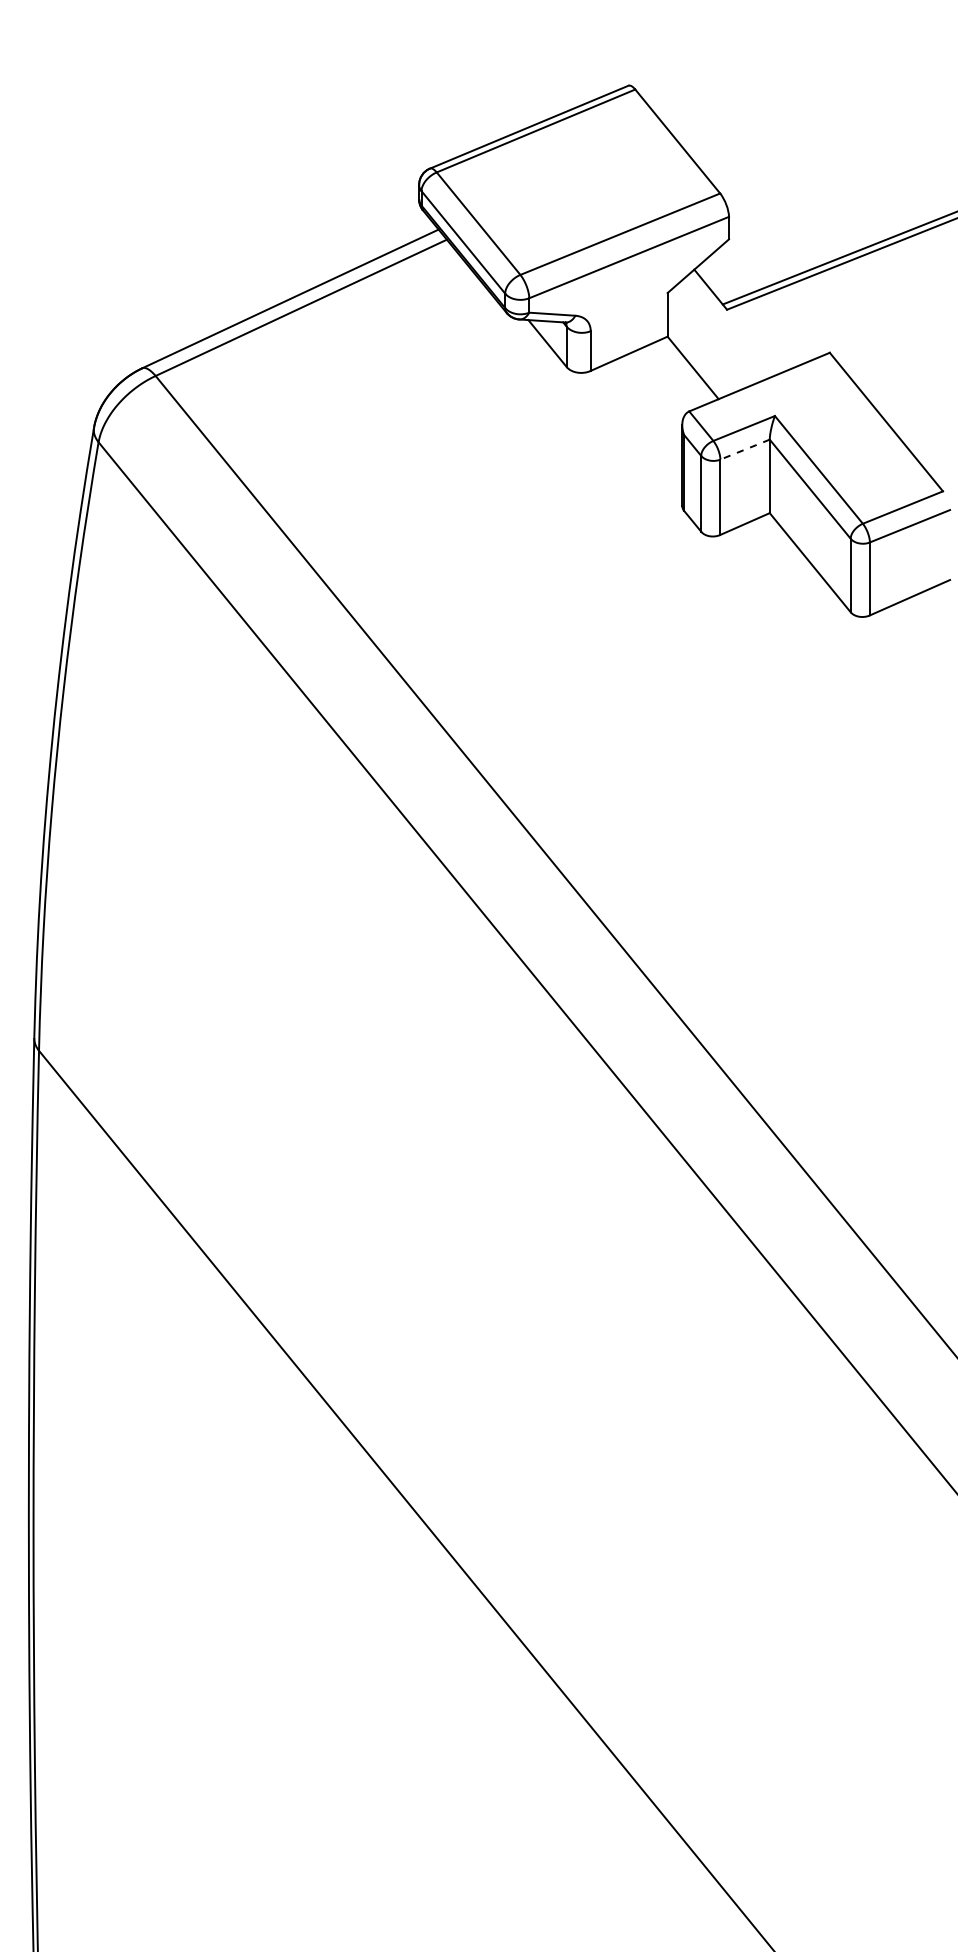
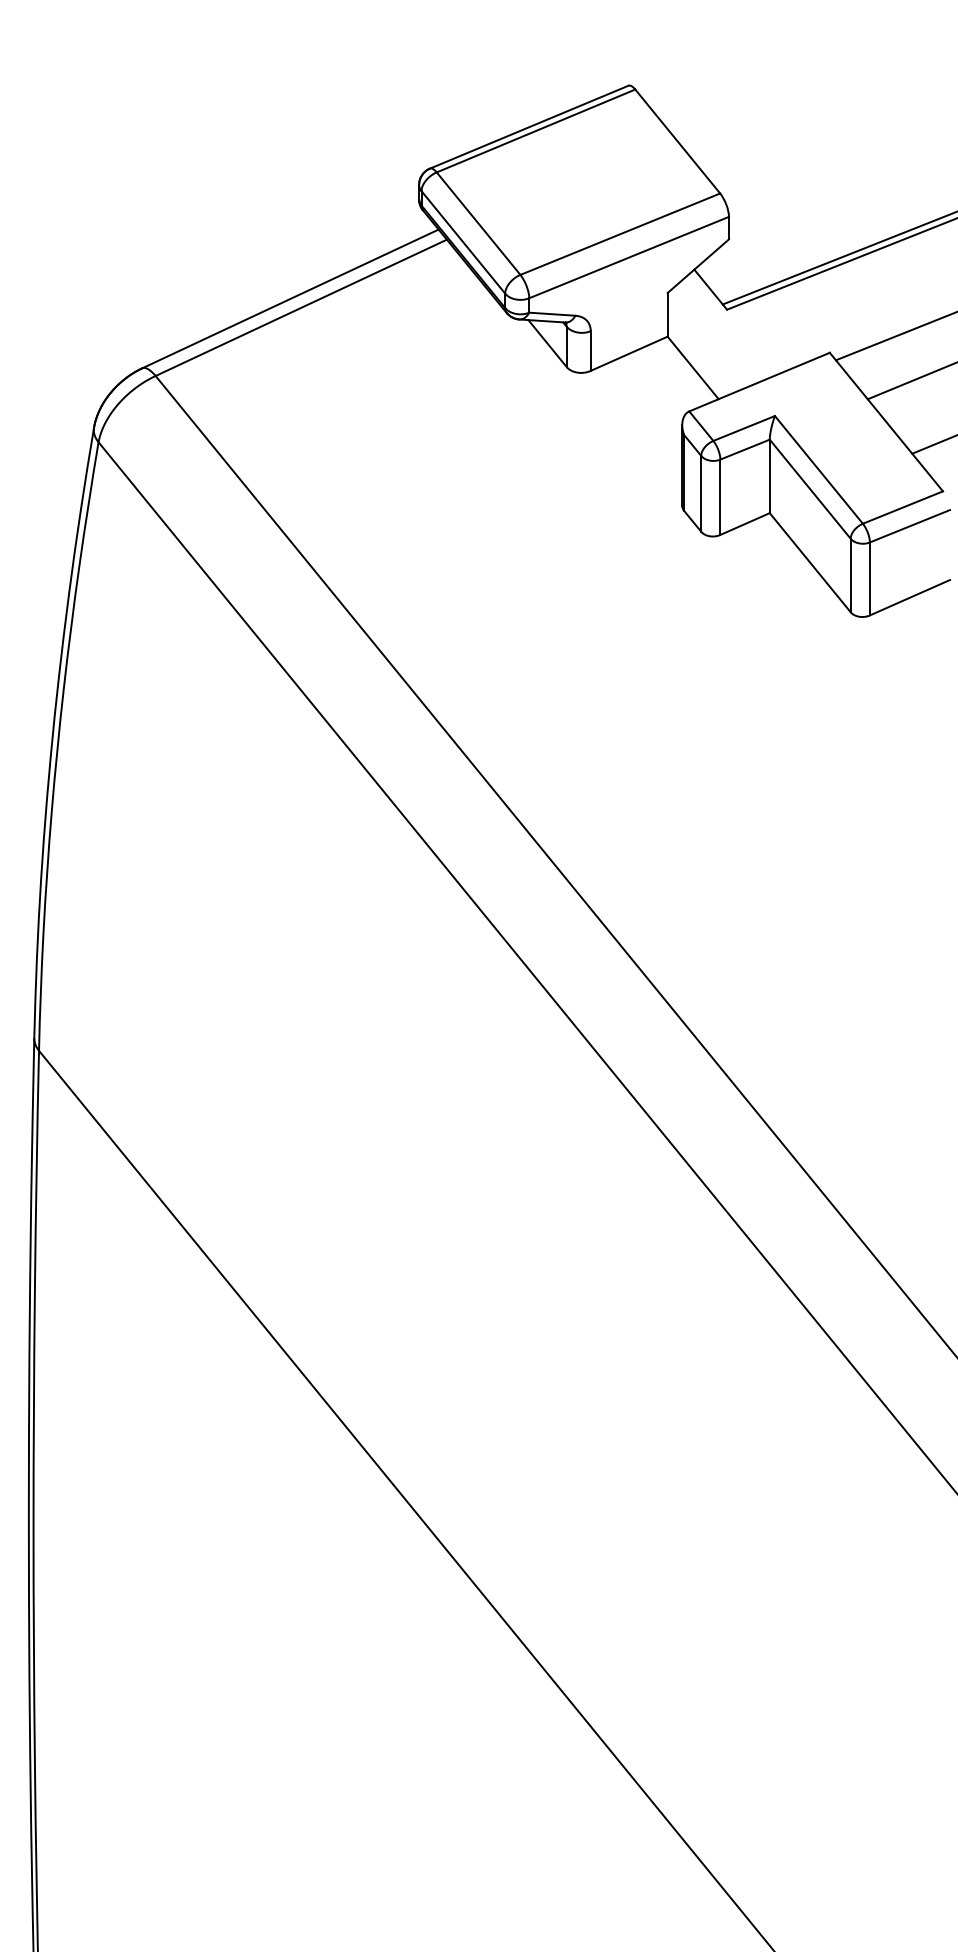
line at (894, 336): none -> present
line at (910, 381): none -> present
line at (933, 444): none -> present
line at (745, 449): dashed -> solid
